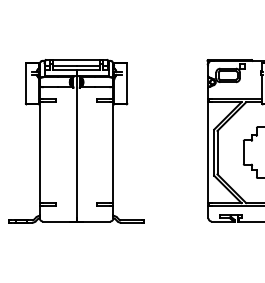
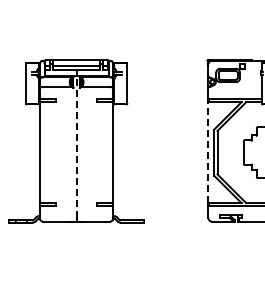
line at (76, 146): solid -> dashed
line at (208, 152): solid -> dashed
